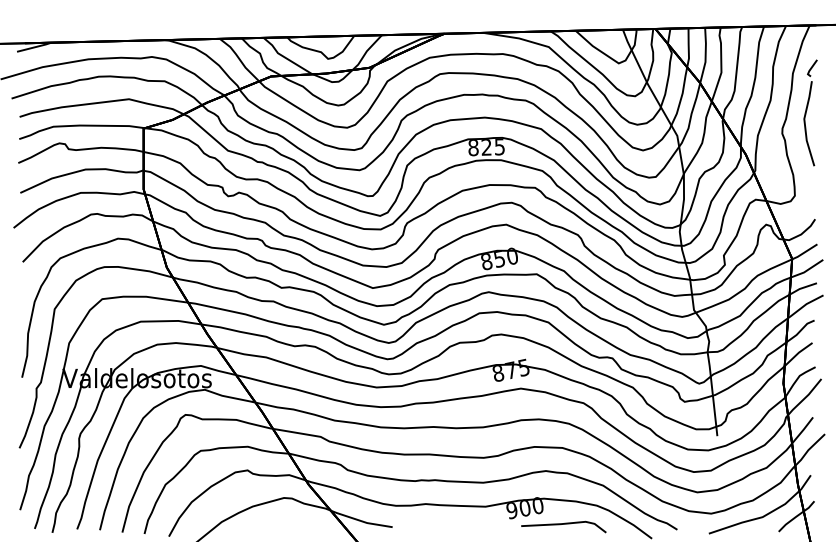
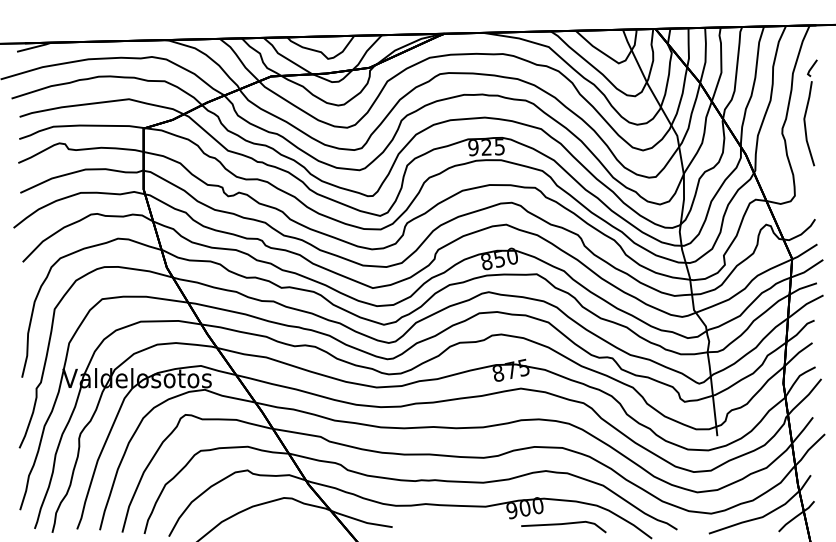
text at (473, 148): 825 -> 925
